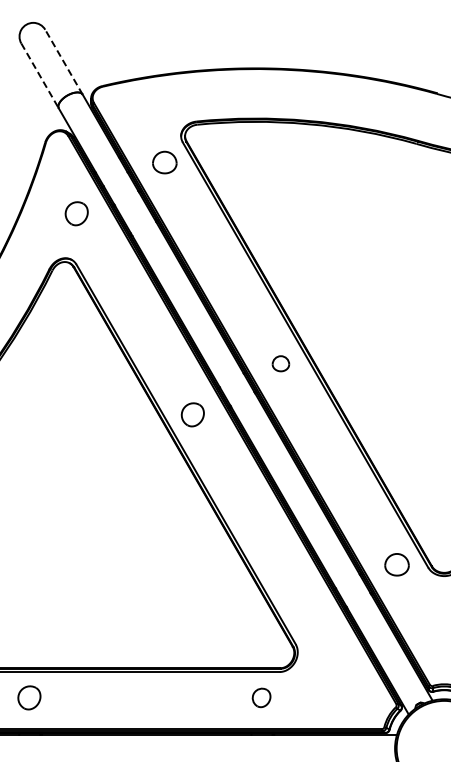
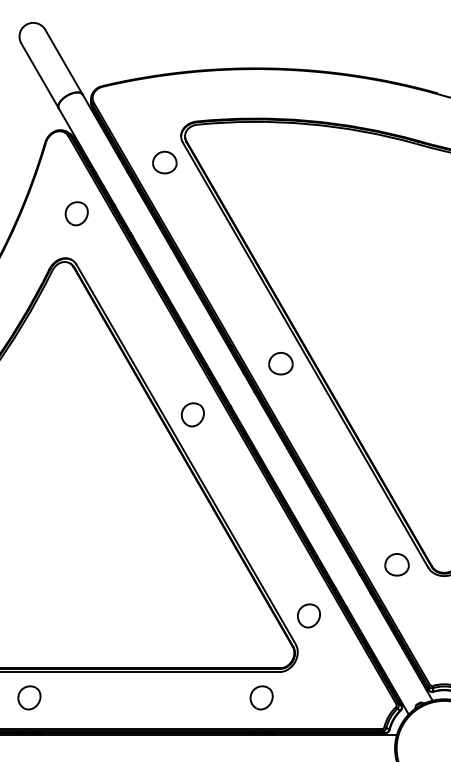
line at (63, 61): dashed -> solid
line at (40, 76): dashed -> solid
part at (280, 363) size: 20x18 px -> 26x24 px
part at (308, 615): none -> present
part at (261, 697) size: 21x22 px -> 25x26 px
